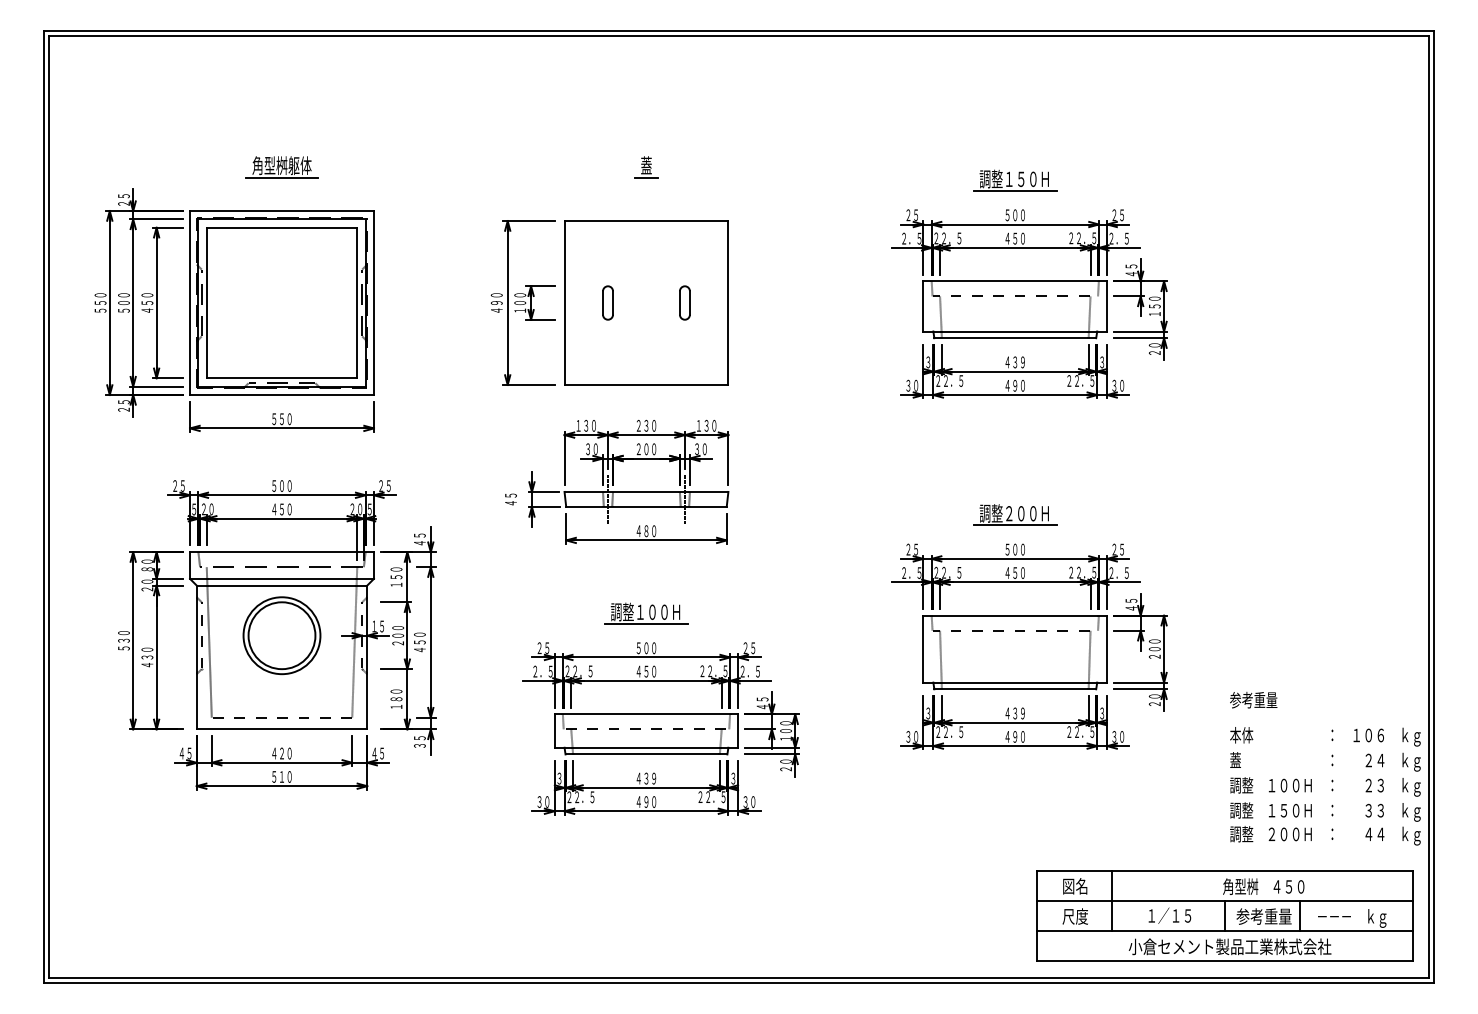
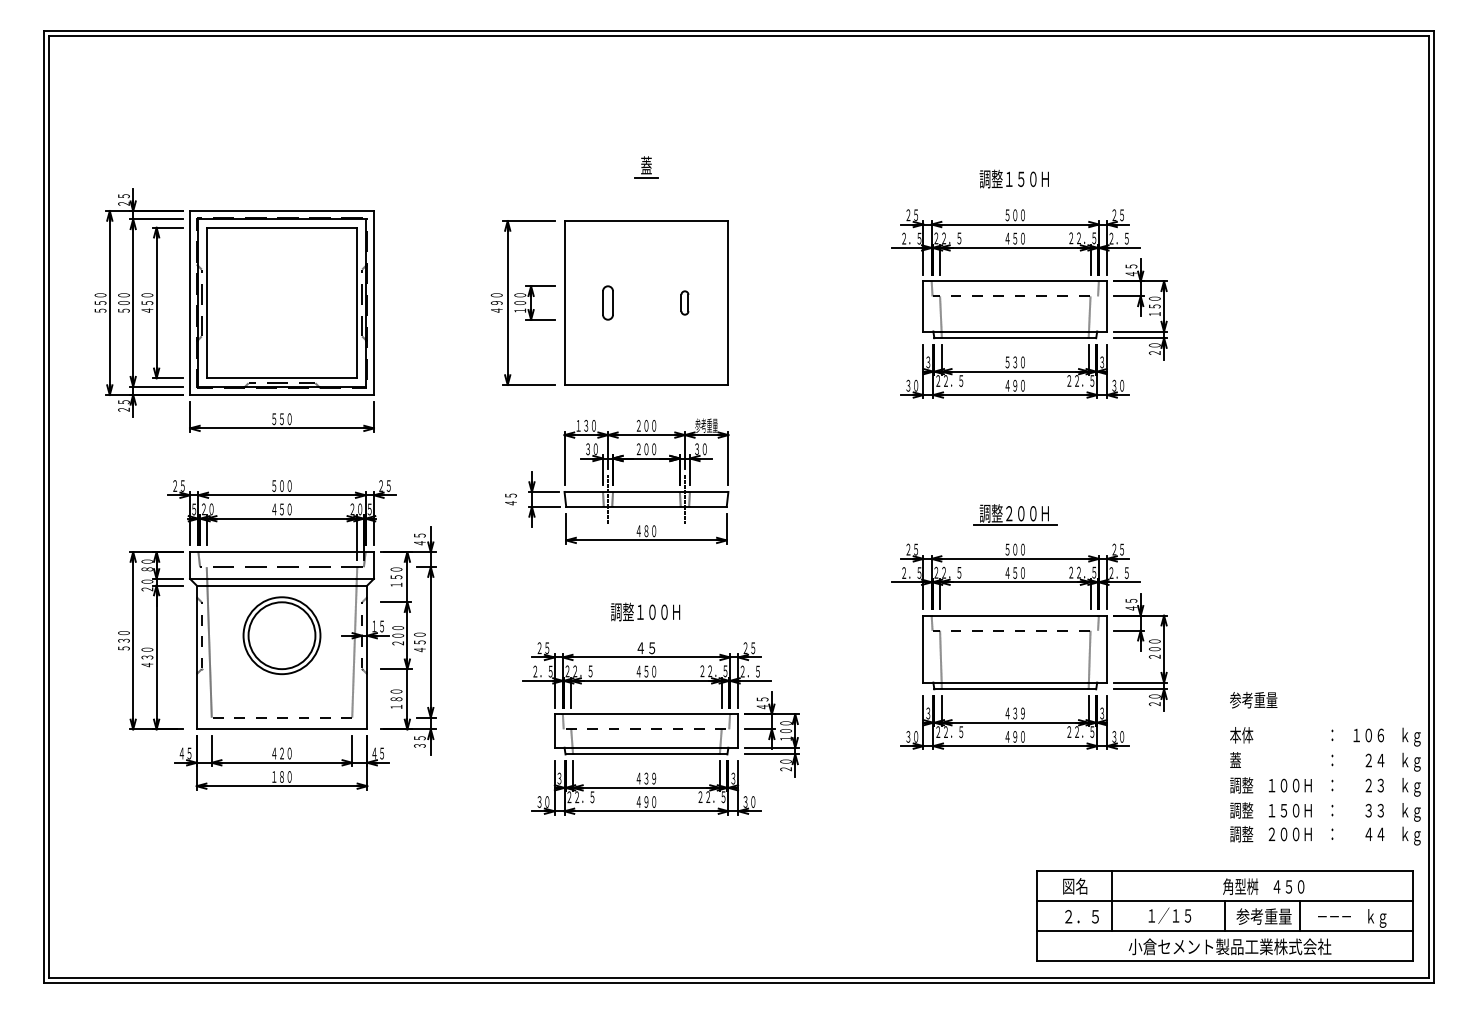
part at (281, 167): present -> none
line at (1015, 191): present -> none
part at (684, 302) size: 12x36 px -> 10x26 px
text at (1014, 362): ４３９ -> ５３０
text at (646, 425): ２３０ -> ２００
text at (706, 425): １３０ -> 参考重量
line at (646, 624): present -> none
text at (646, 648): ５００ -> ４５
text at (277, 776): ５１０ -> １８０
text at (1080, 916): 尺度 -> ２．５
